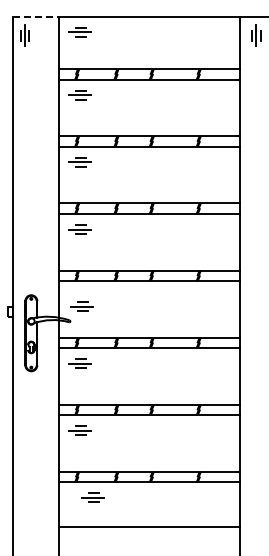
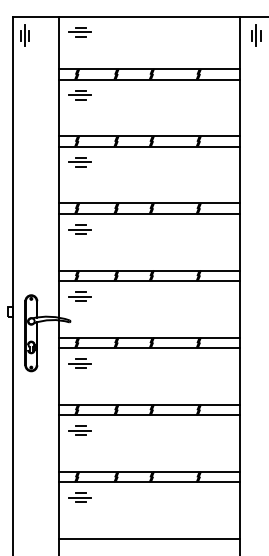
line at (35, 16): dashed -> solid
part at (81, 306) position: (81, 306) -> (79, 296)
part at (92, 497) position: (92, 497) -> (79, 497)
line at (149, 526) position: (149, 526) -> (149, 538)
